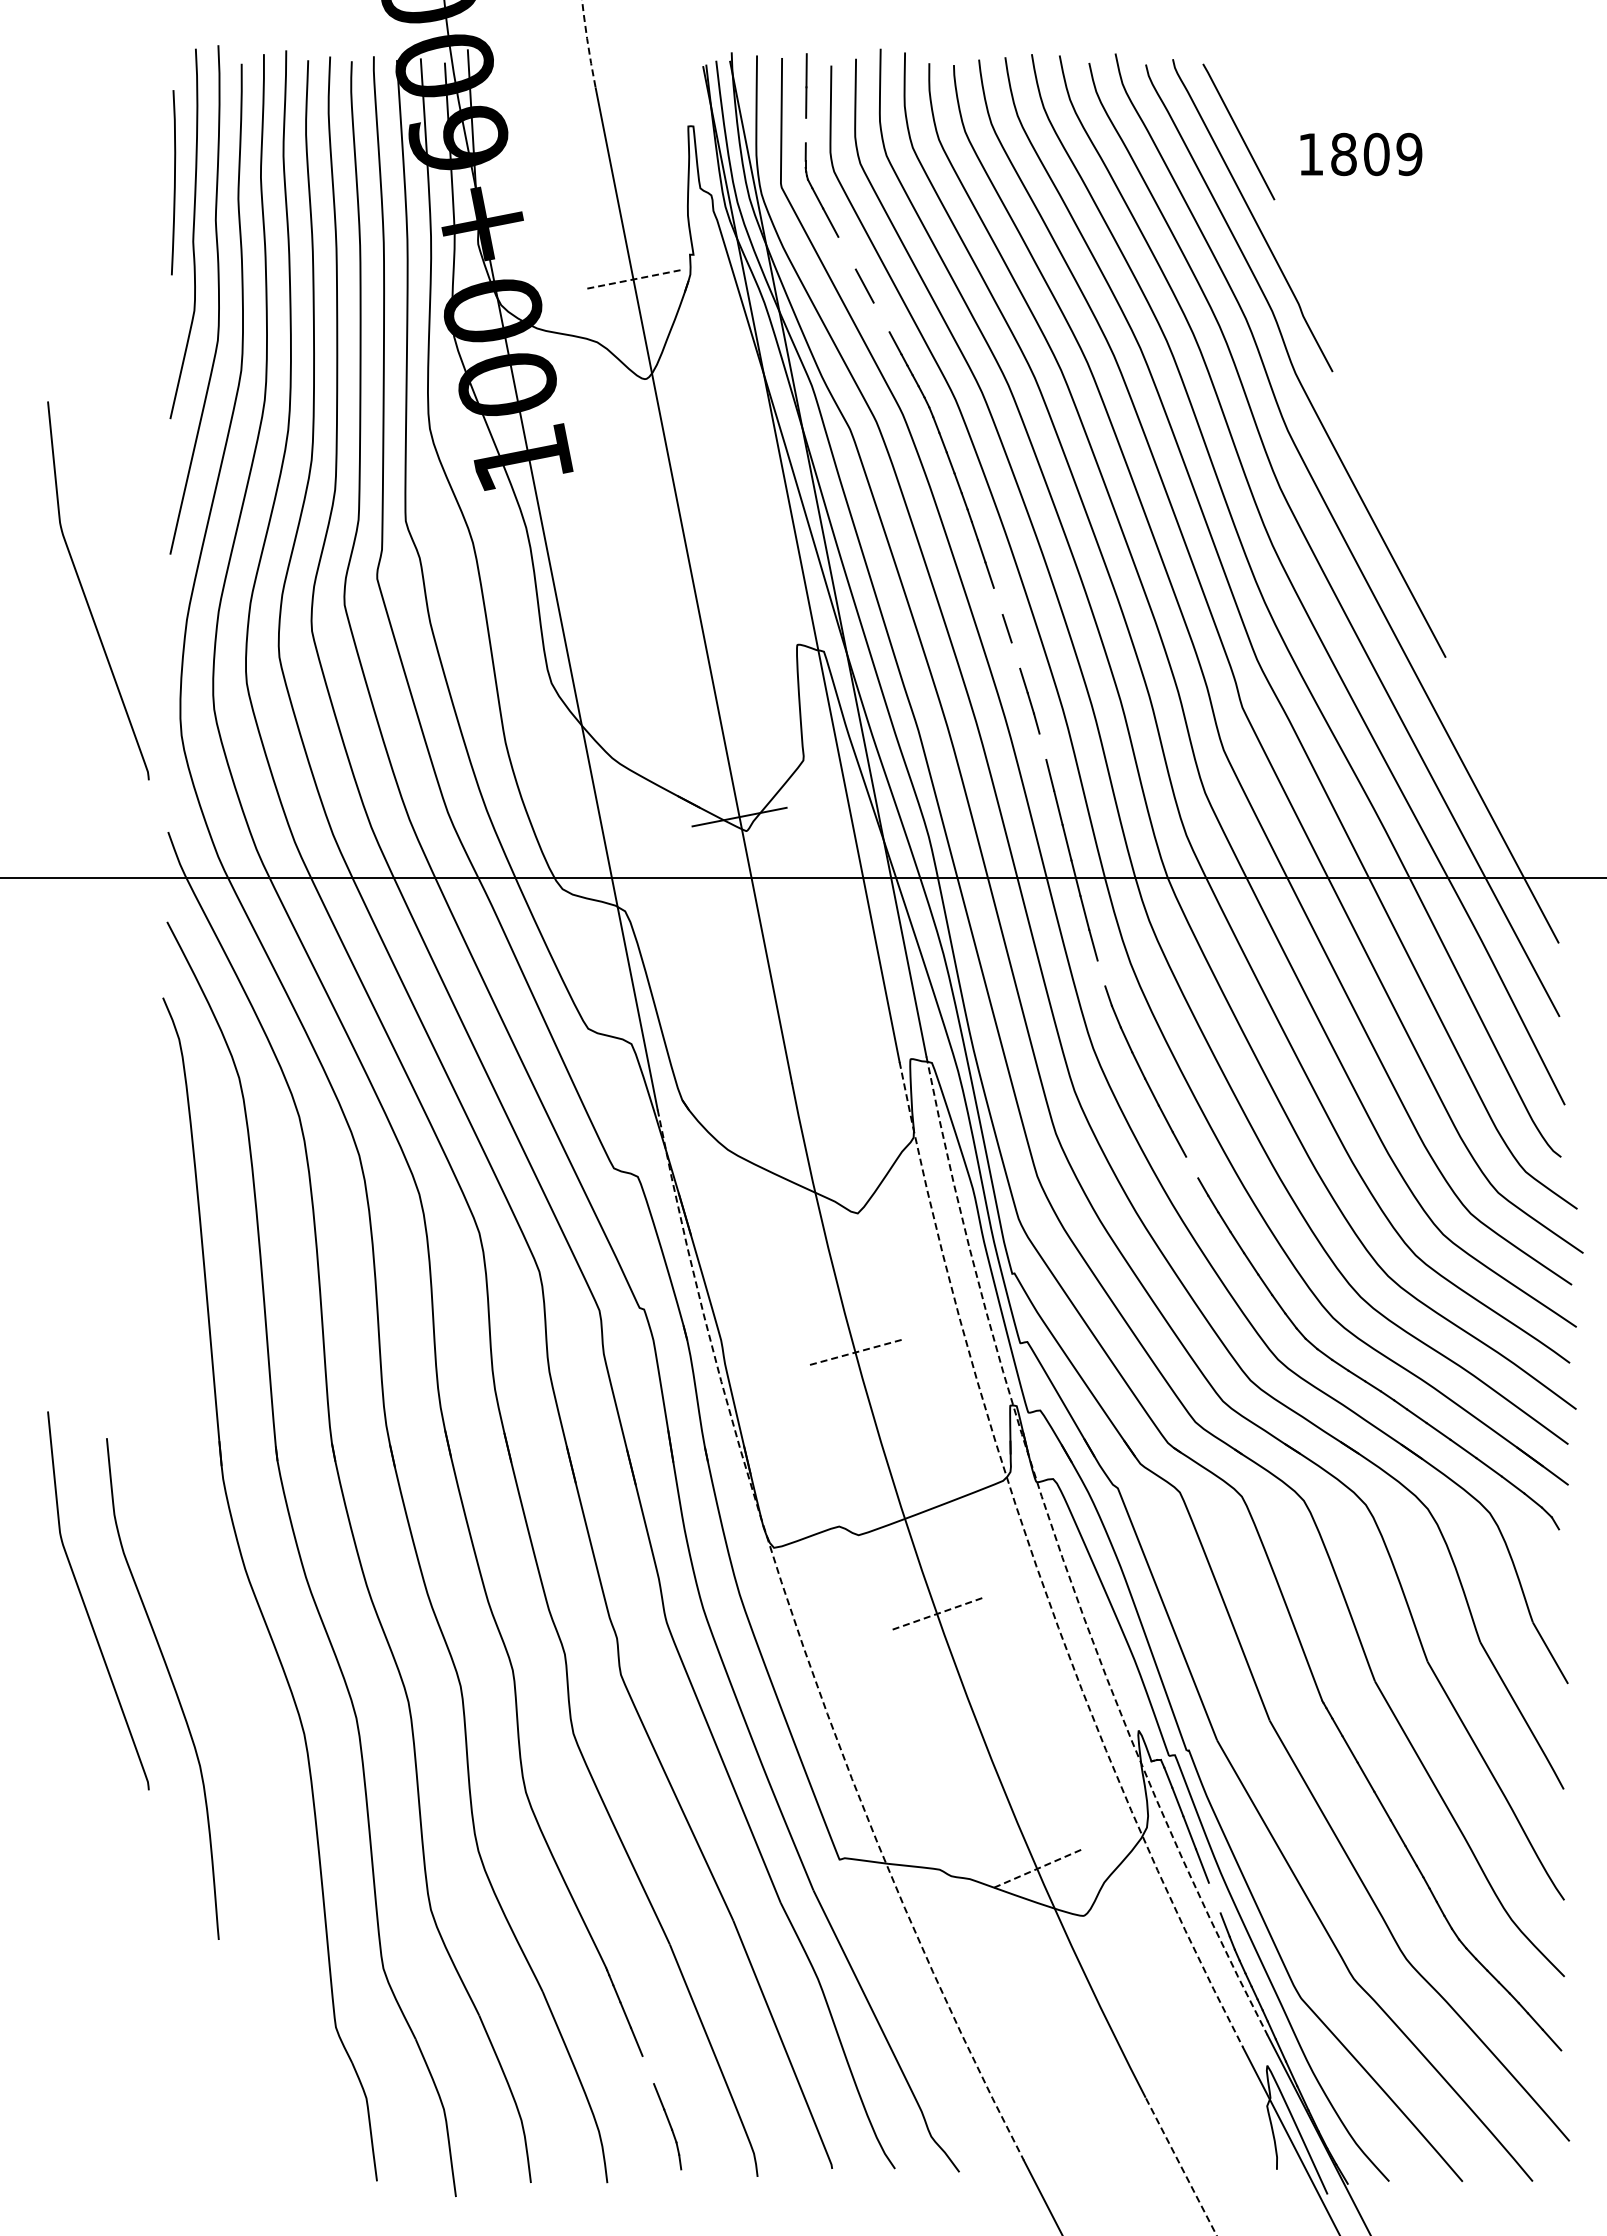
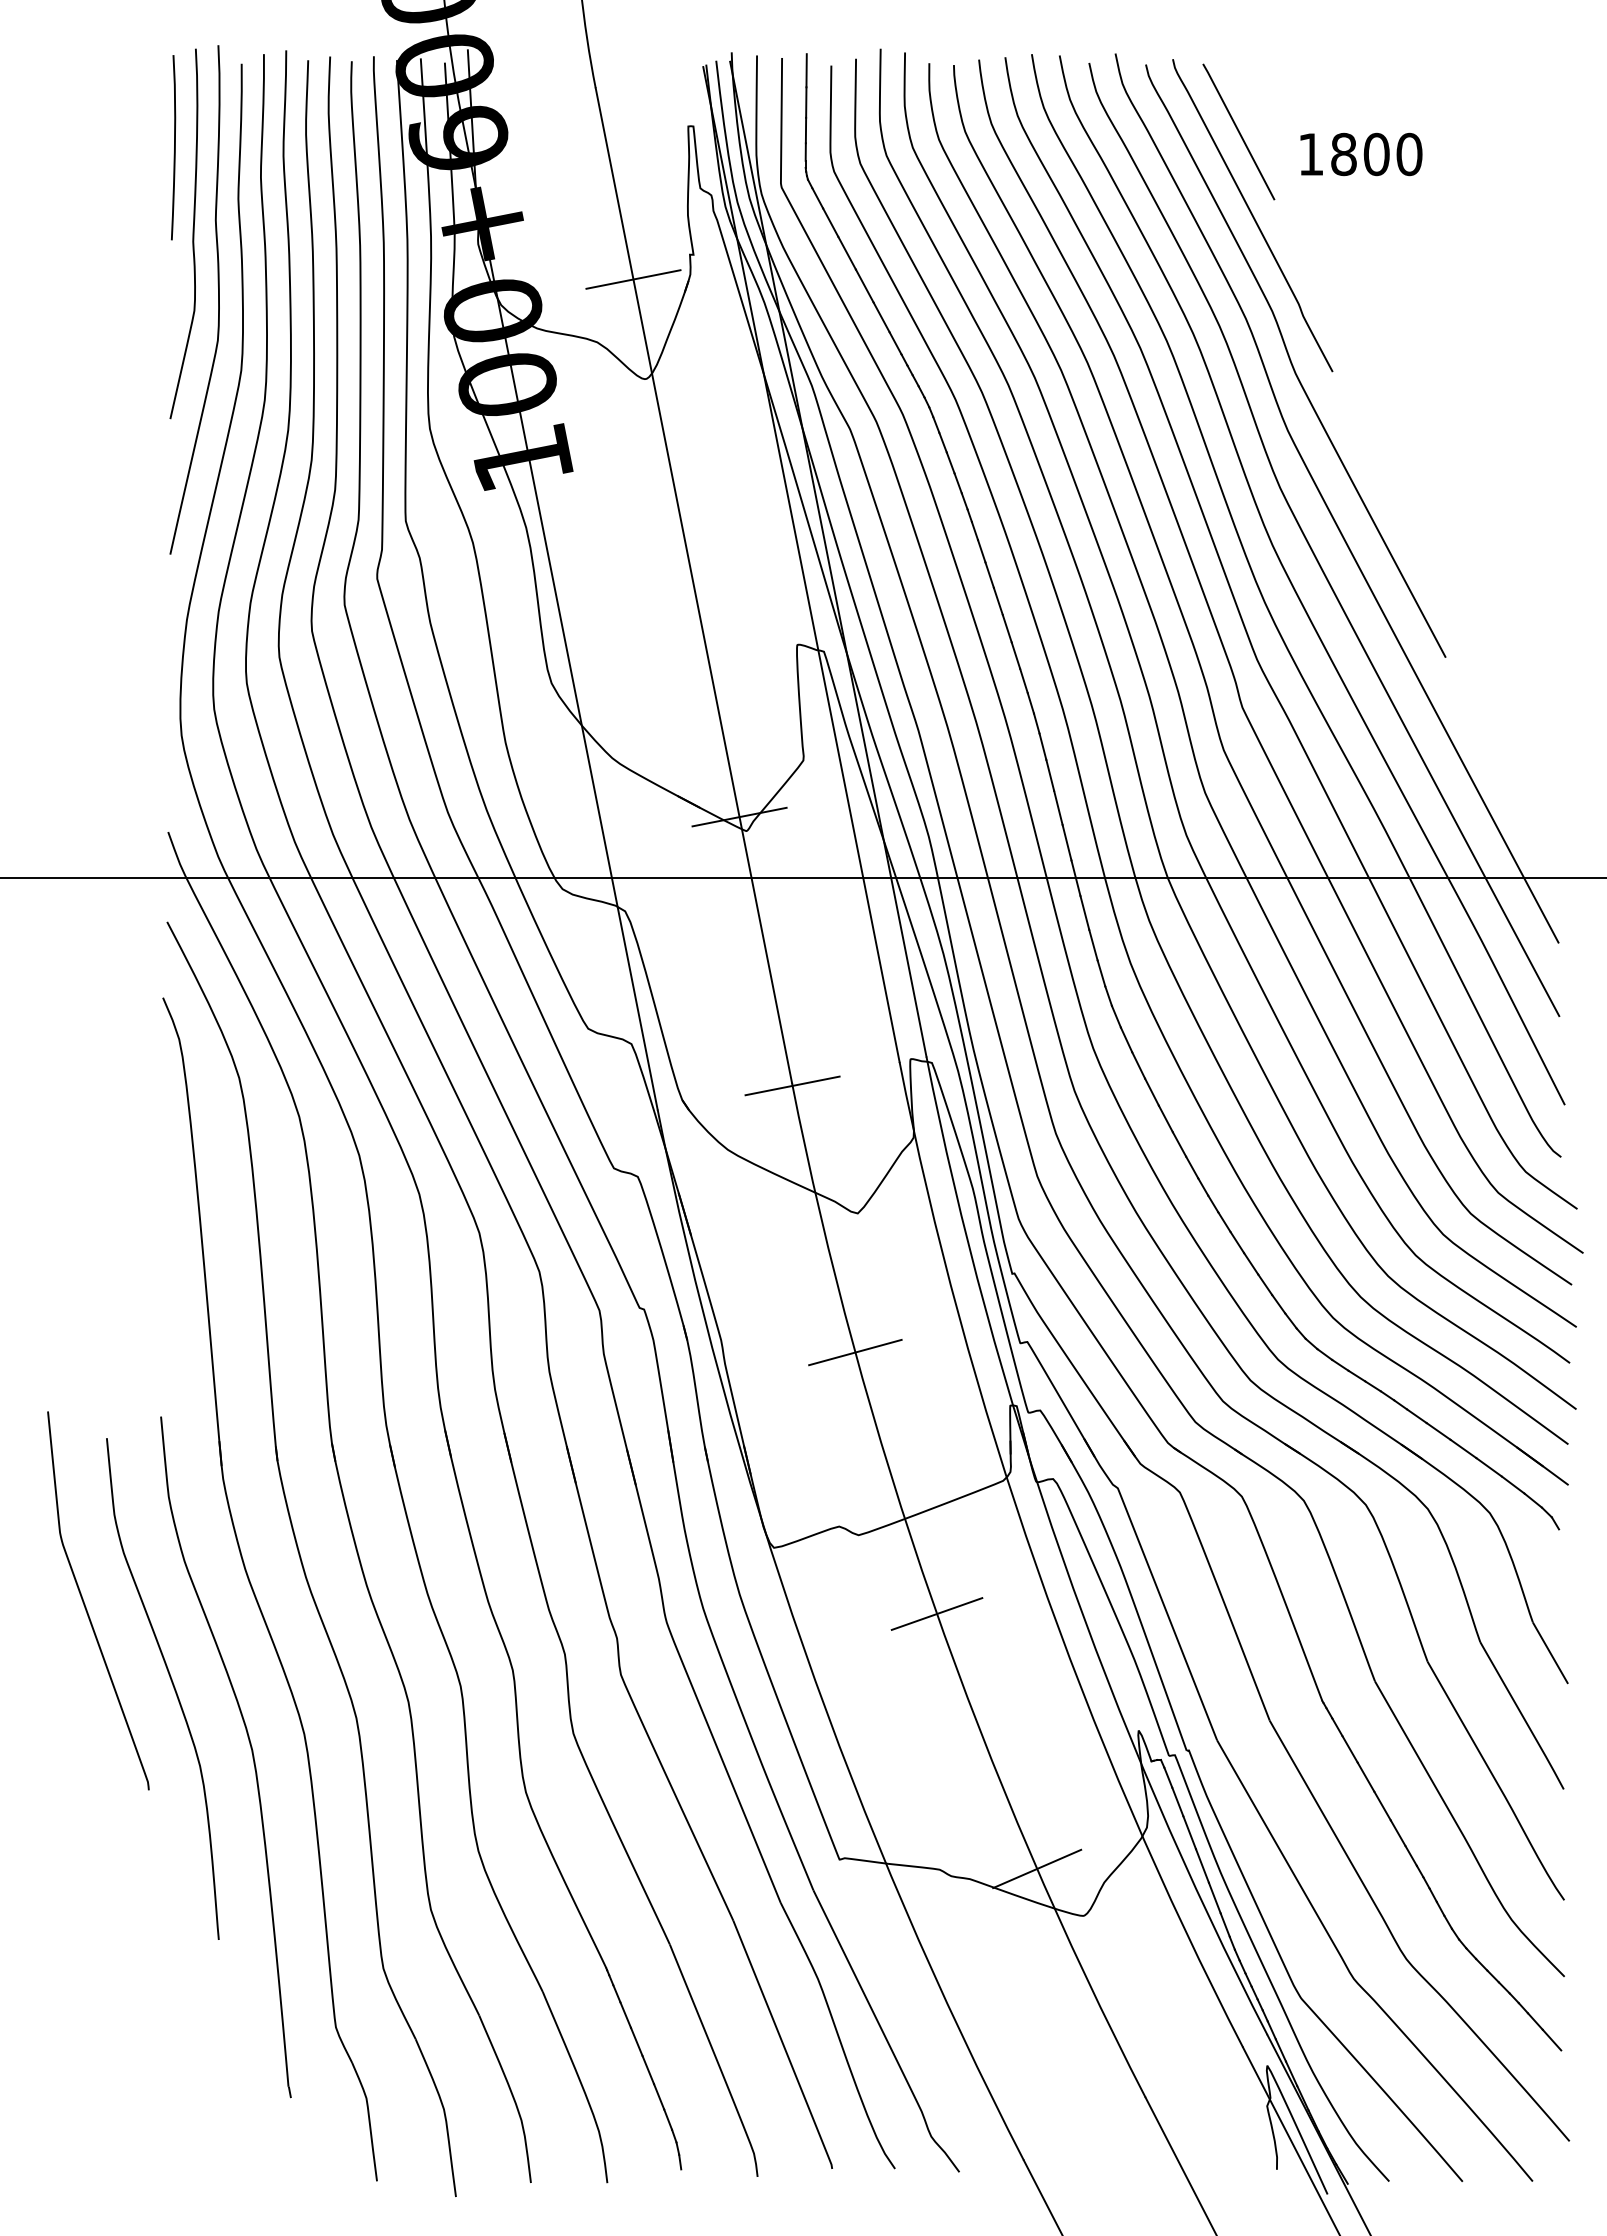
arc at (588, 44): dashed -> solid
line at (805, 130): none -> present
text at (1409, 154): 1809 -> 1800
curve at (174, 182) position: (174, 182) -> (174, 147)
line at (846, 252): none -> present
line at (633, 279): dashed -> solid
line at (881, 317): none -> present
curve at (85, 594): present -> none
line at (997, 600): none -> present
line at (1015, 655): none -> present
line at (1042, 746): none -> present
line at (1101, 973): none -> present
line at (792, 1085): none -> present
line at (1192, 1167): none -> present
line at (855, 1352): dashed -> solid
arc at (1062, 1557): dashed -> solid
arc at (1036, 1566): dashed -> solid
line at (937, 1614): dashed -> solid
arc at (803, 1647): dashed -> solid
part at (251, 1753): none -> present
line at (1037, 1868): dashed -> solid
line at (1214, 1897): none -> present
line at (648, 2070): none -> present
line at (1180, 2166): dashed -> solid
